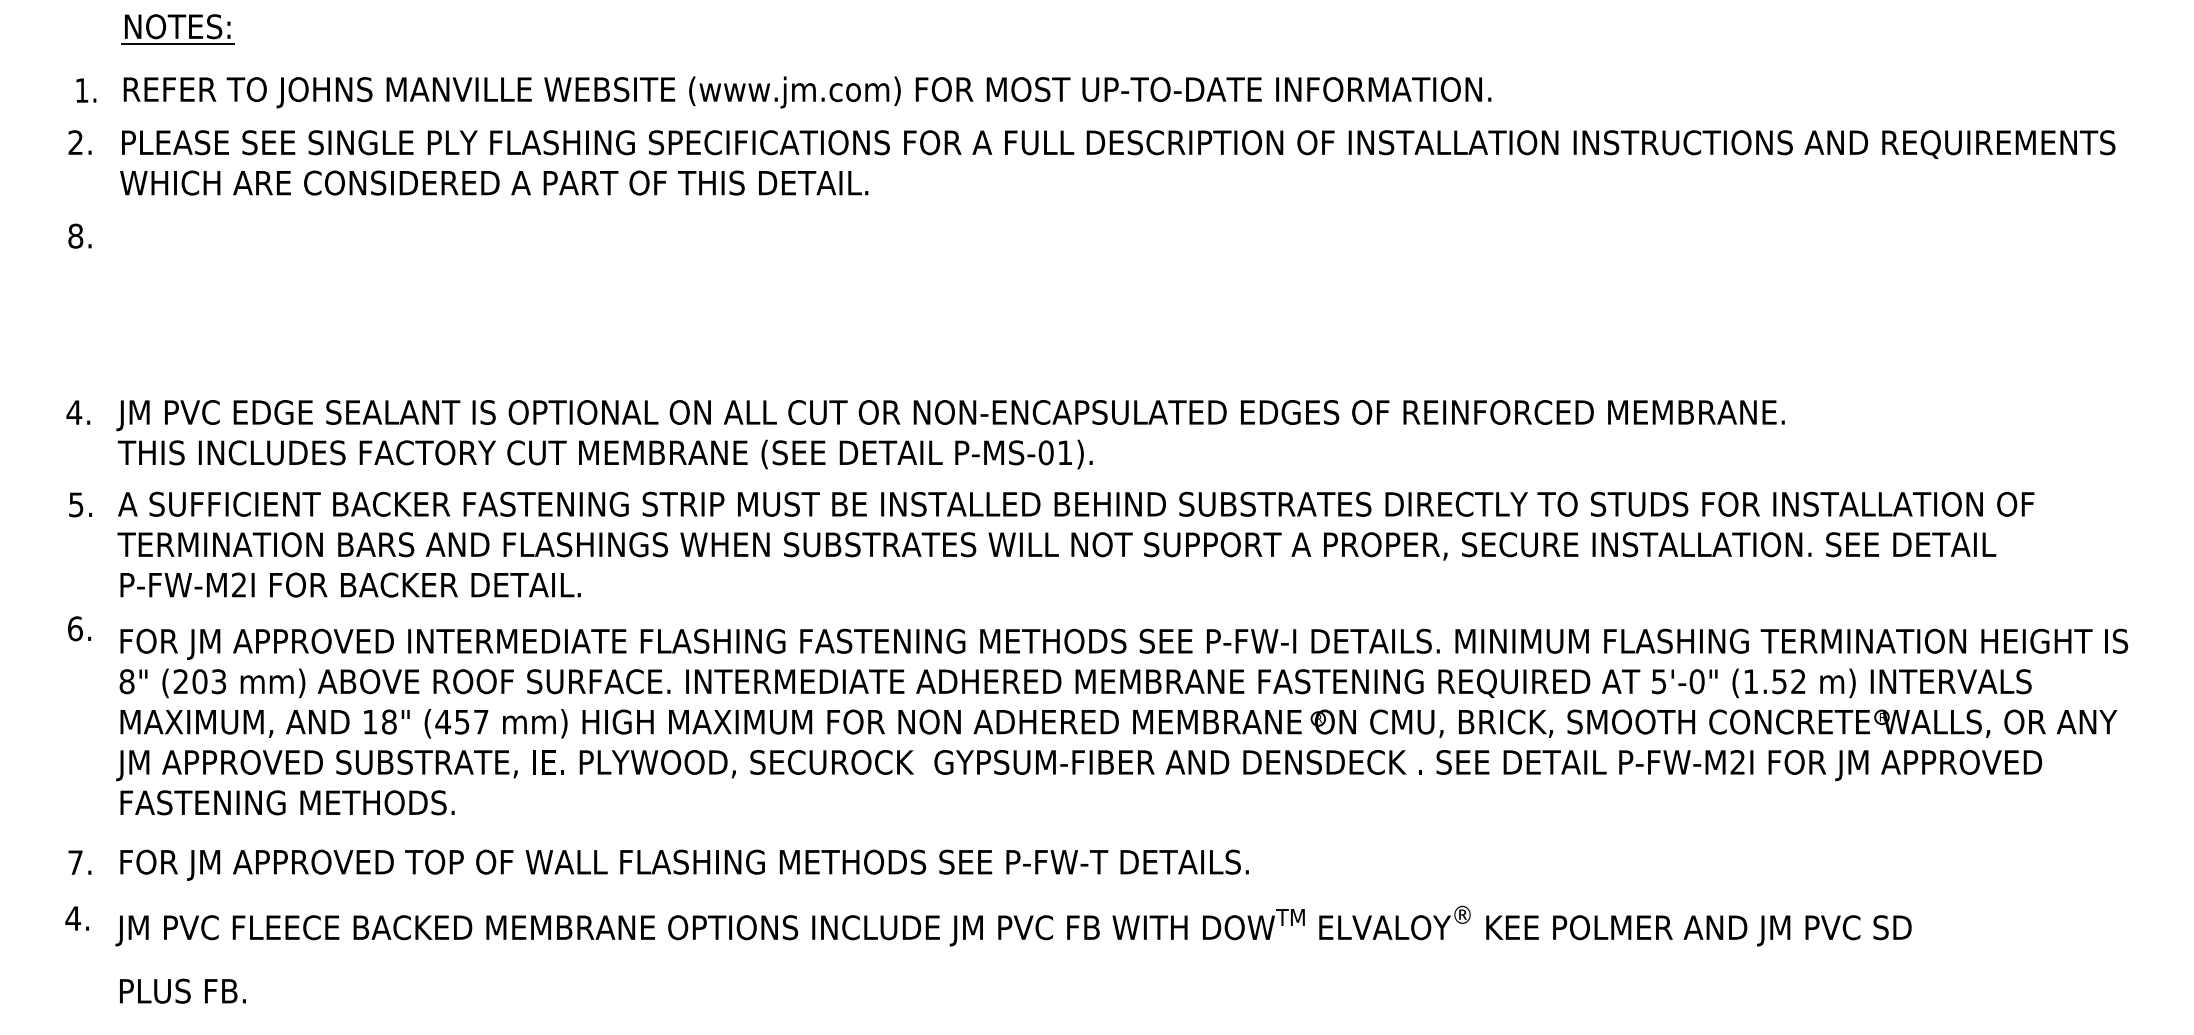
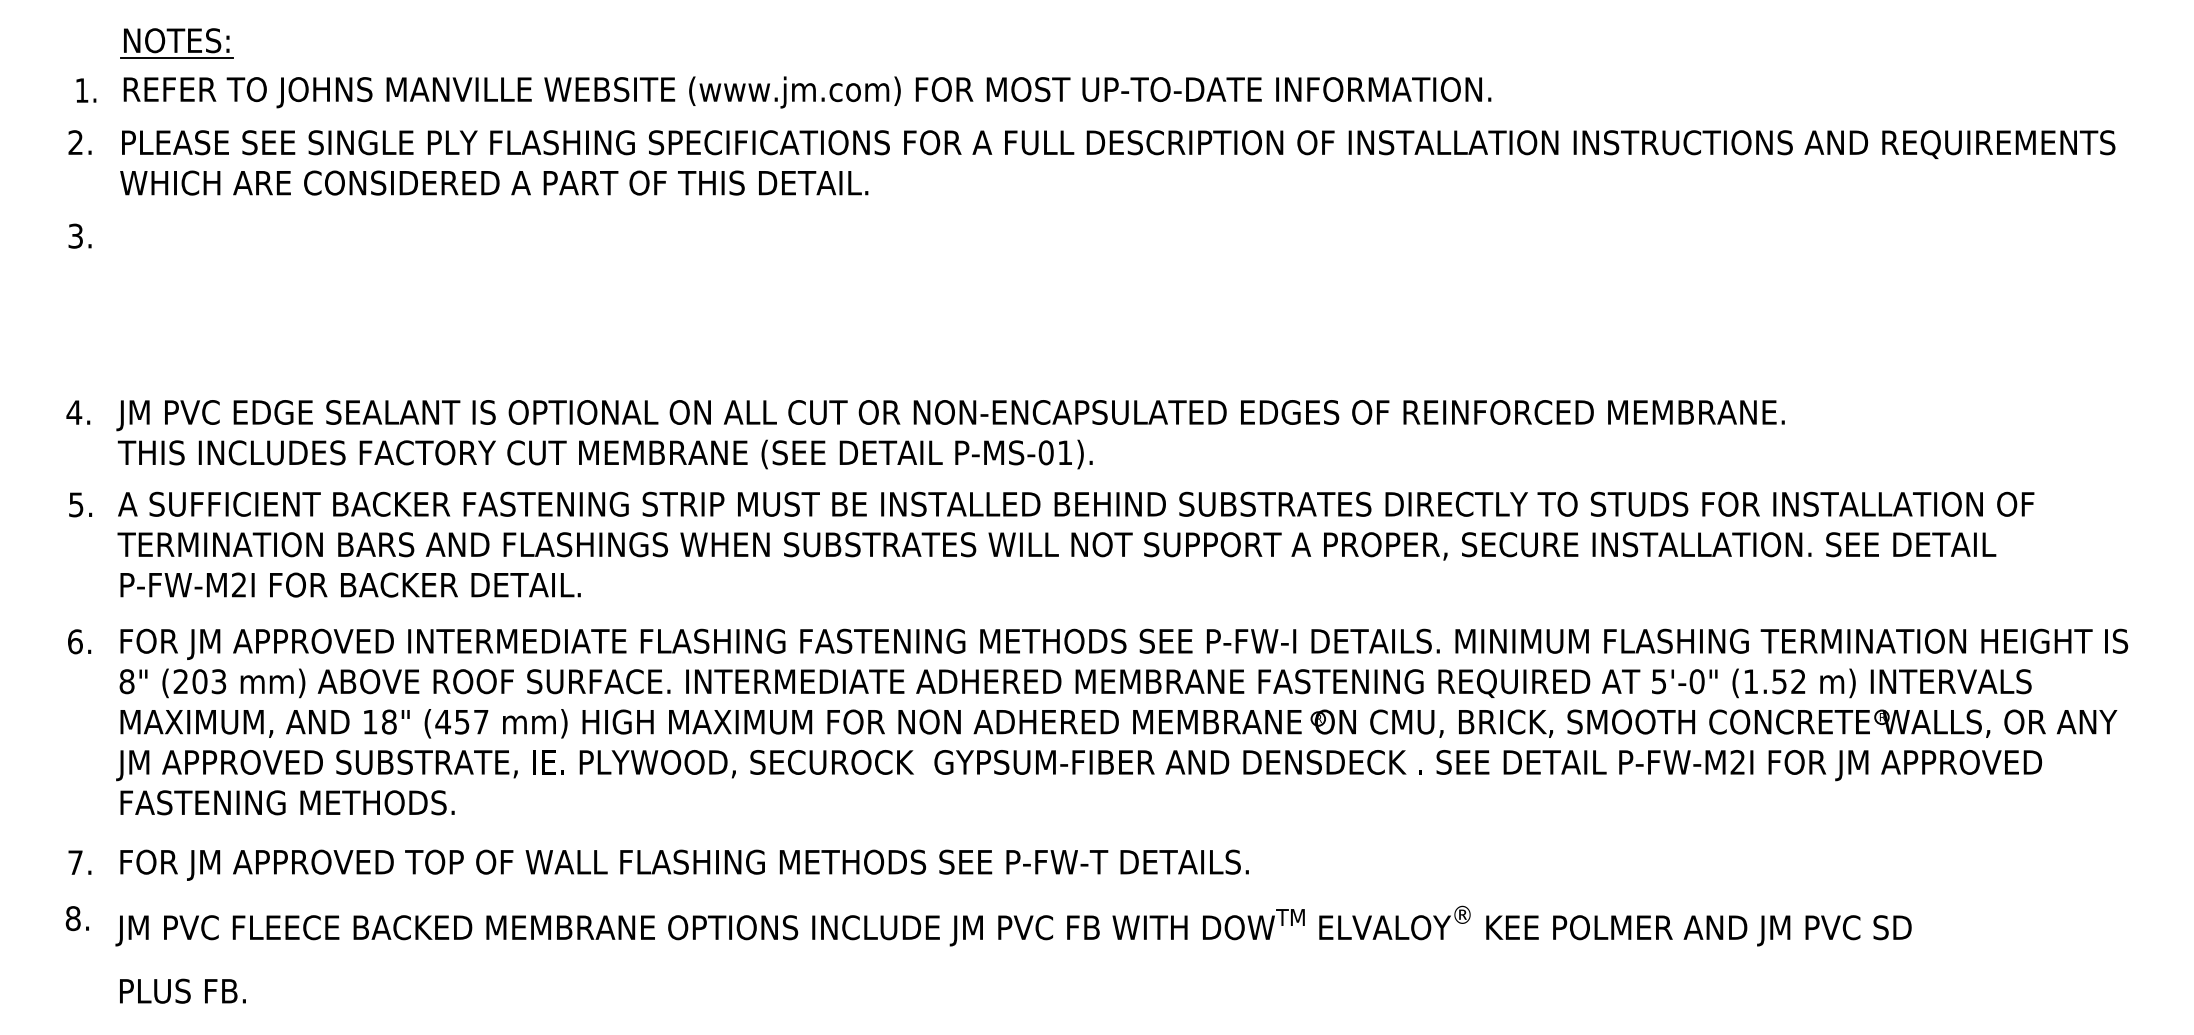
part at (177, 29) position: (177, 29) -> (176, 43)
text at (75, 235): 8. -> 3.
text at (79, 628) position: (79, 628) -> (79, 641)
text at (73, 918): 4. -> 8.
